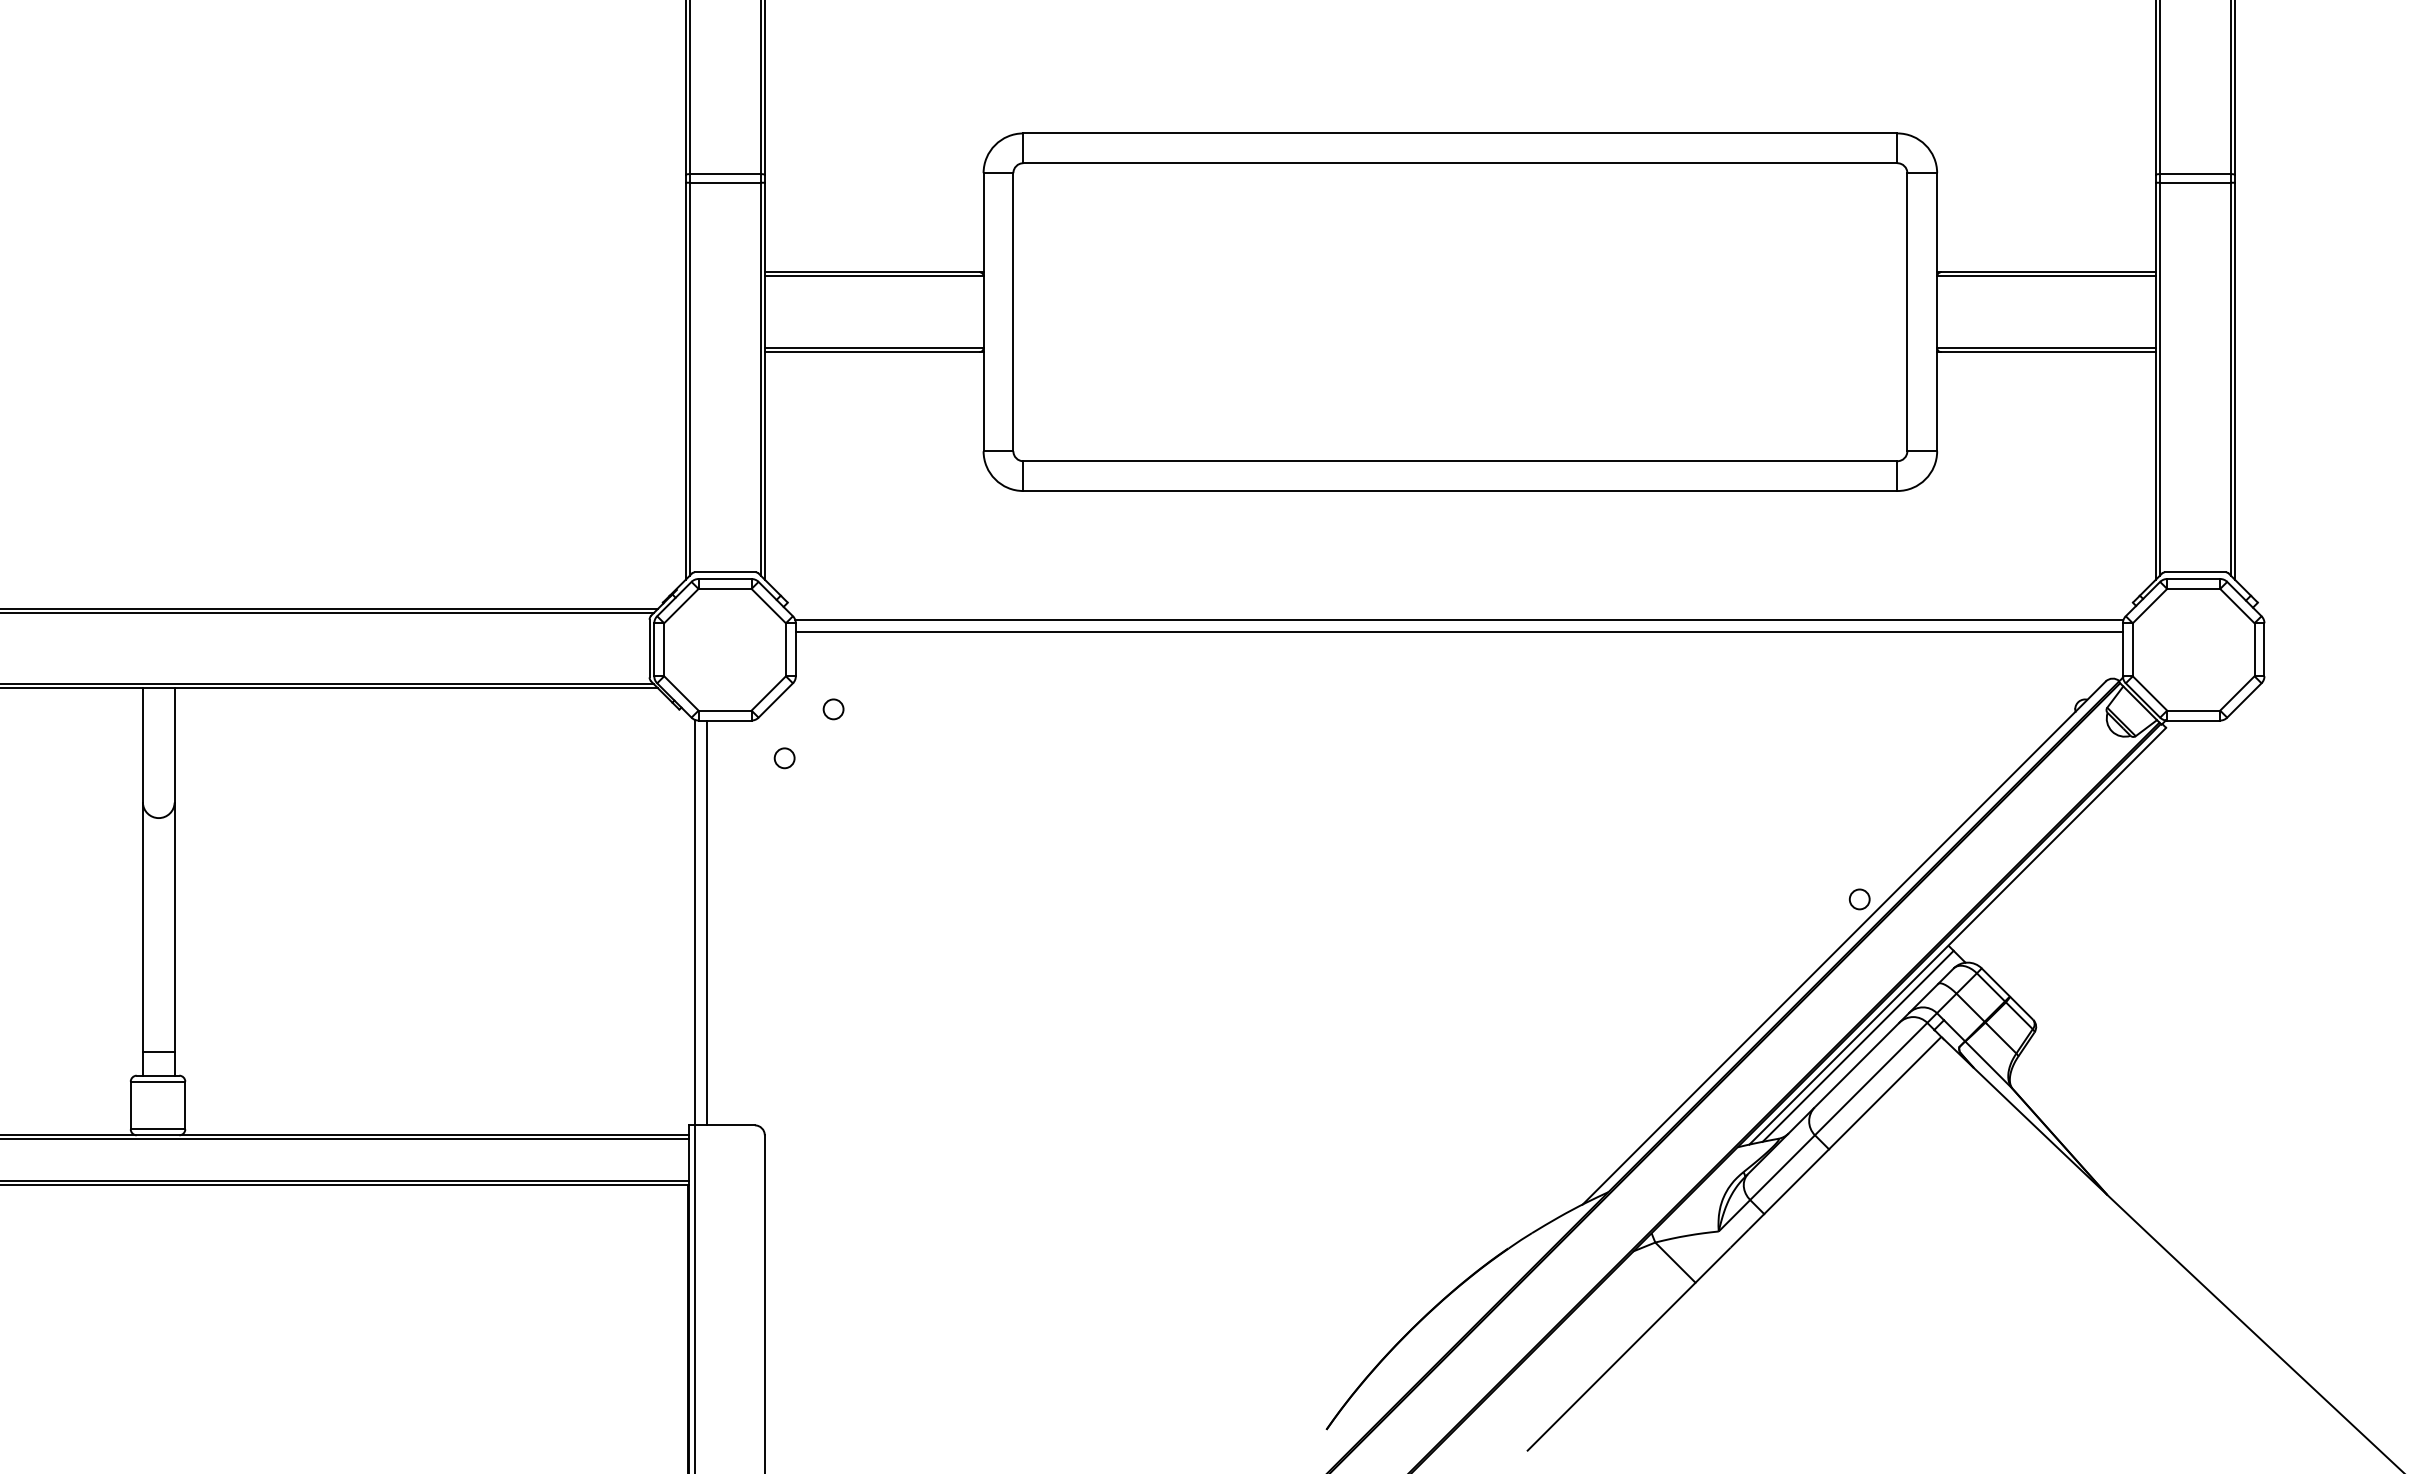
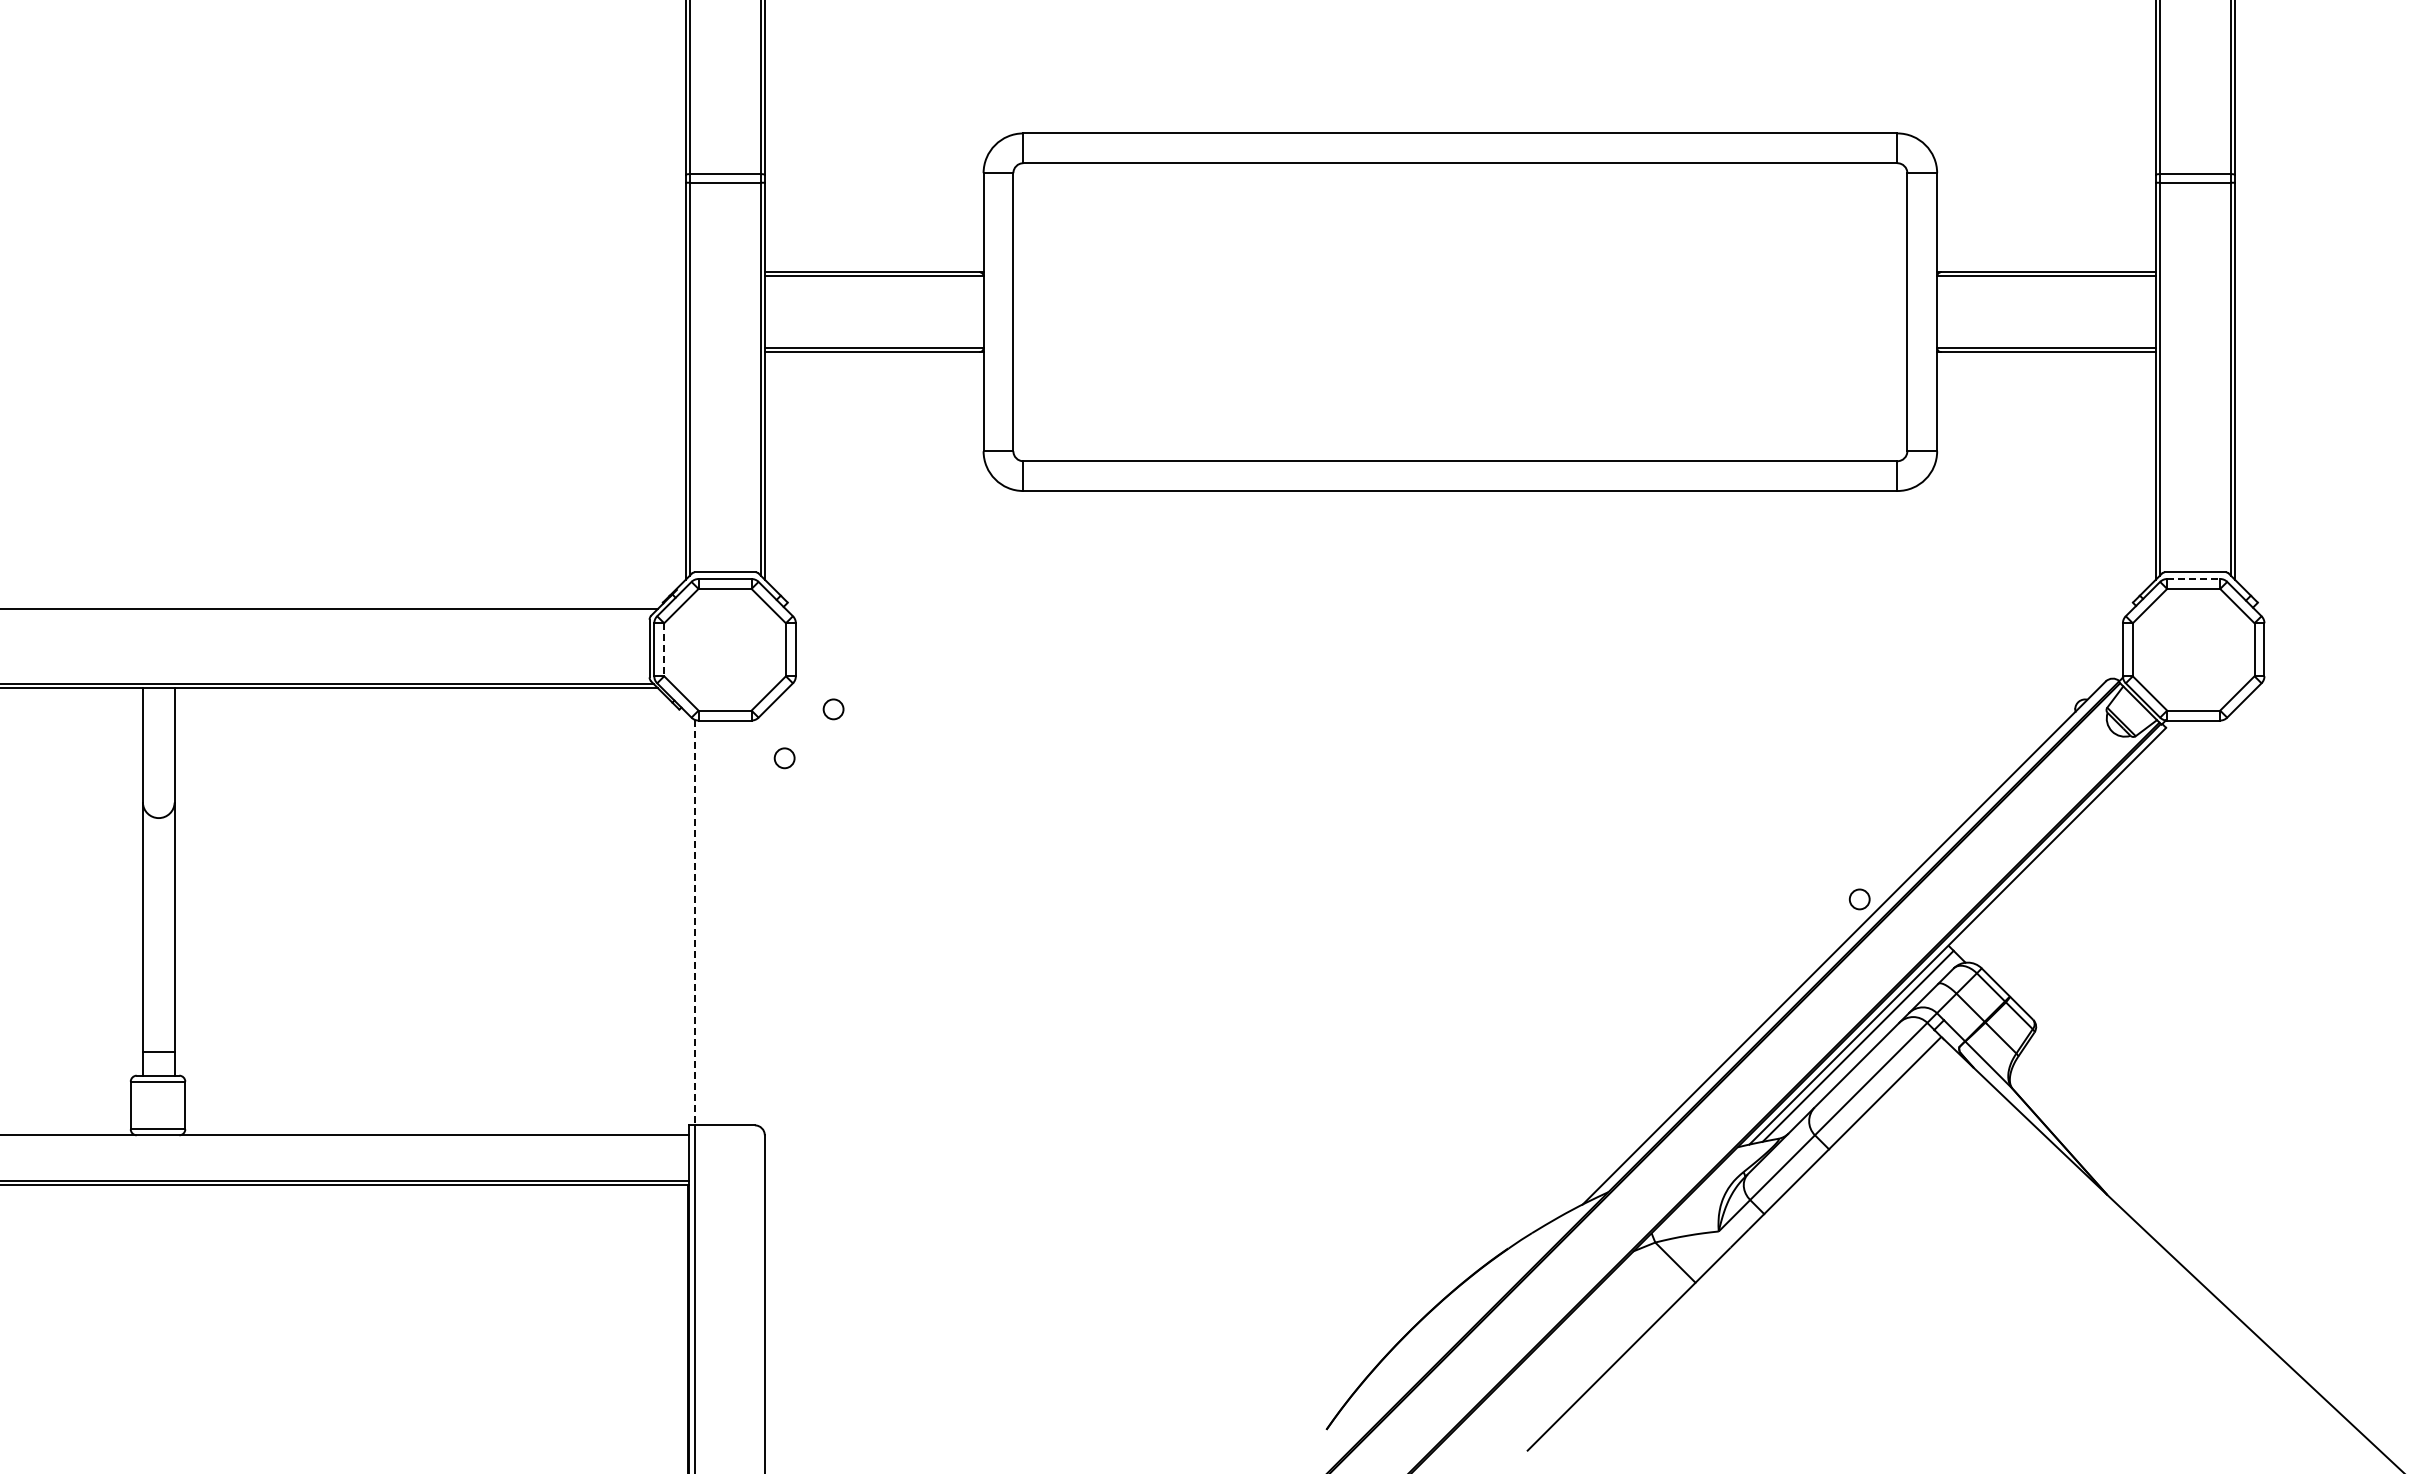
line at (2193, 579): solid -> dashed
line at (328, 612): present -> none
line at (1459, 619): present -> none
line at (1458, 631): present -> none
line at (664, 649): solid -> dashed
line at (695, 922): solid -> dashed
line at (707, 922): present -> none
line at (345, 1139): present -> none
